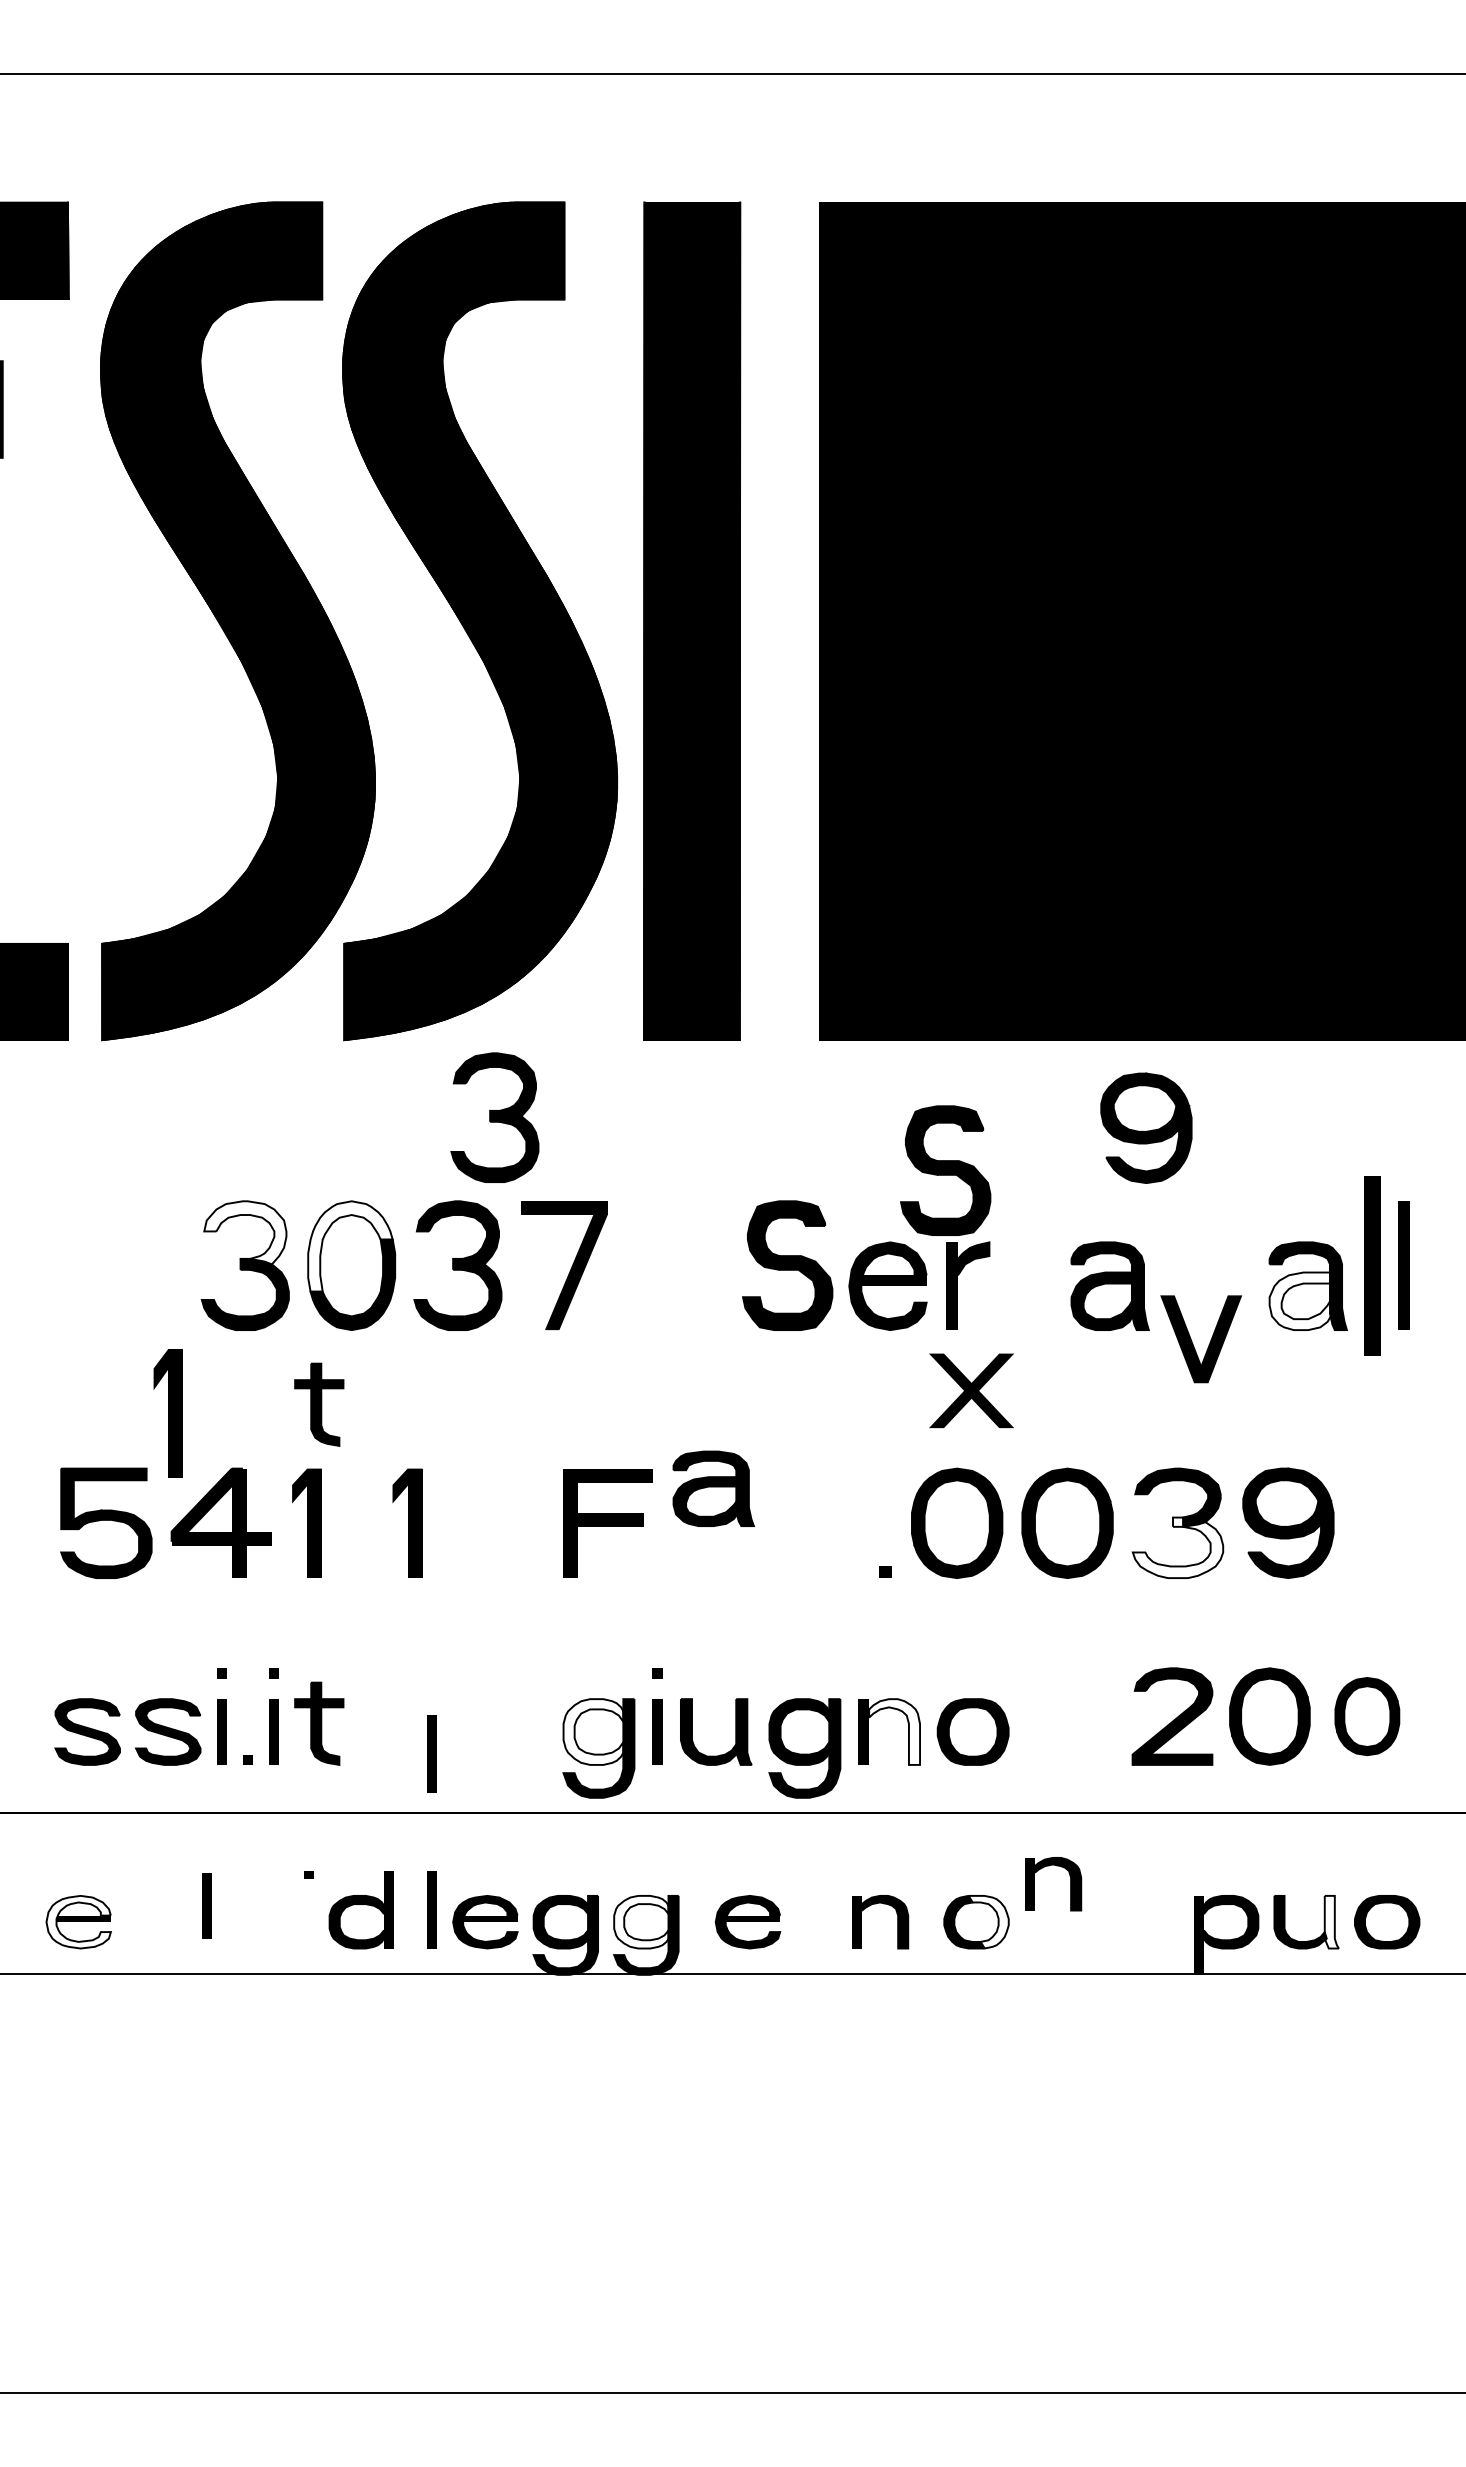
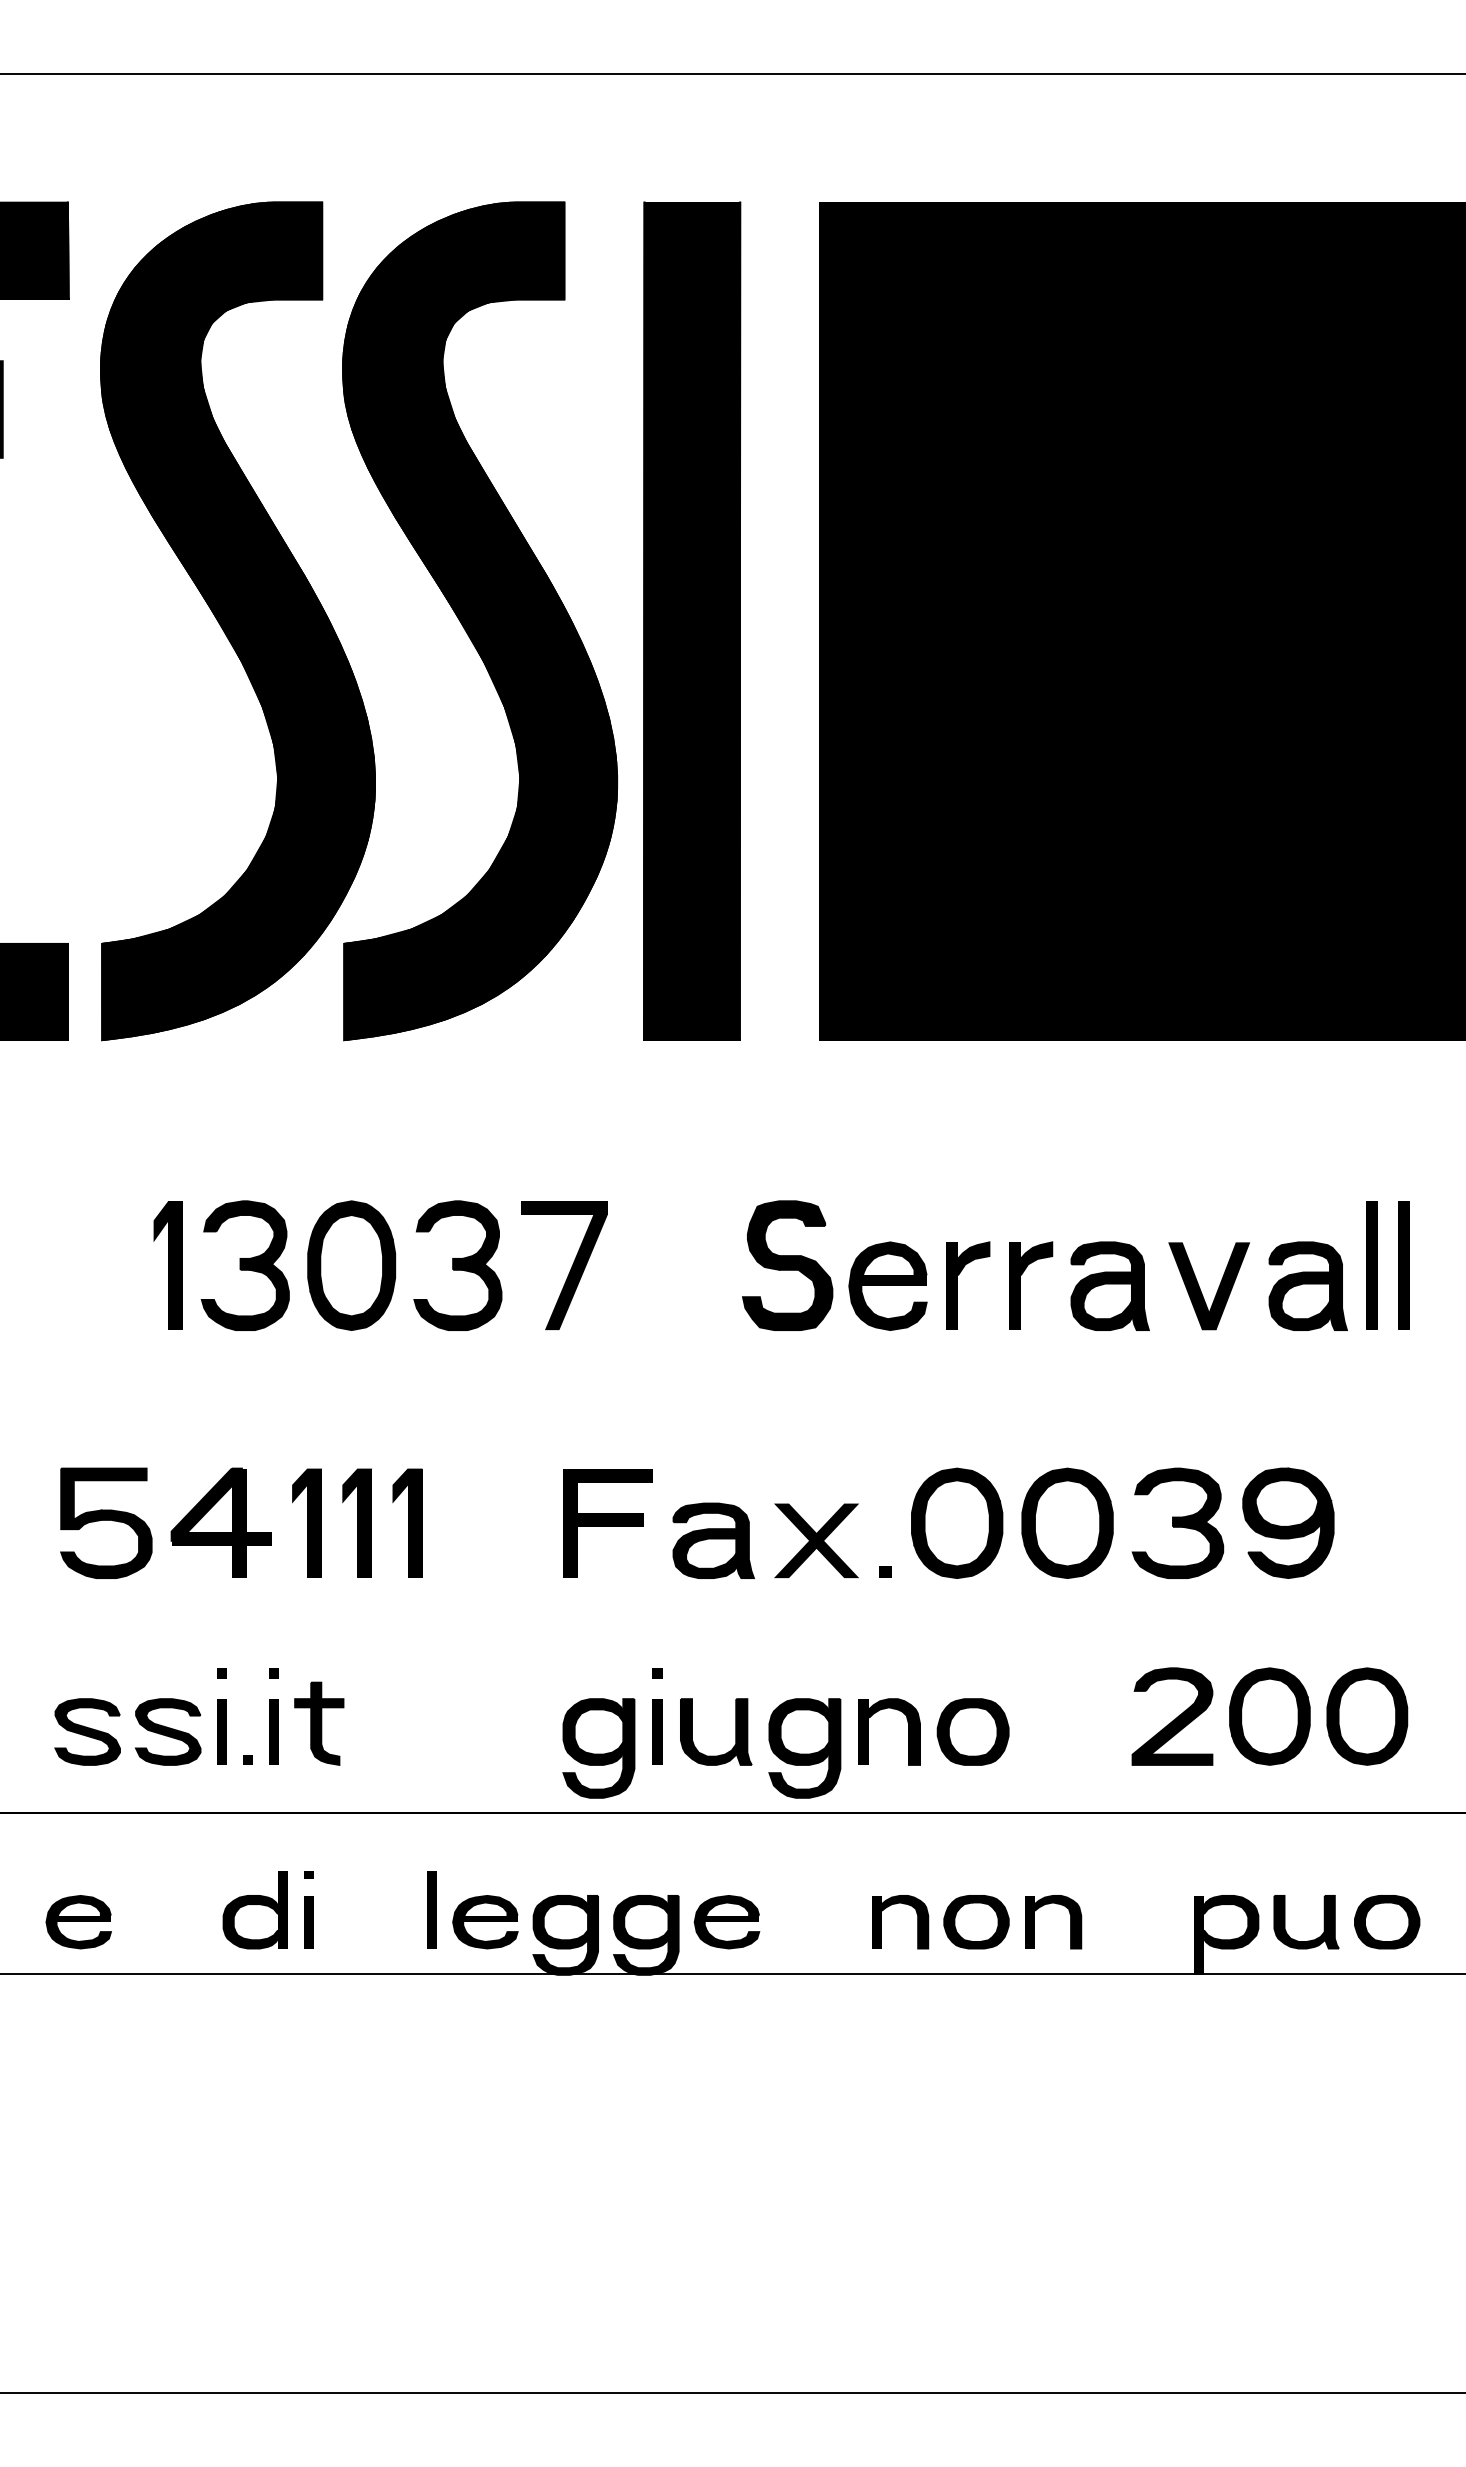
part at (494, 1117): present -> none
part at (1146, 1127): present -> none
part at (945, 1170): present -> none
fill at (245, 1235): none -> present
fill at (350, 1246): none -> present
part at (1372, 1265) size: 17x180 px -> 12x129 px
part at (1020, 1285): none -> present
fill at (1300, 1301): none -> present
part at (1193, 1343) position: (1193, 1343) -> (1201, 1290)
part at (971, 1390) position: (971, 1390) -> (816, 1540)
part at (319, 1404): present -> none
part at (167, 1413) position: (167, 1413) -> (167, 1265)
part at (713, 1488) position: (713, 1488) -> (713, 1540)
part at (356, 1522): none -> present
fill at (1177, 1547): none -> present
part at (1367, 1716) size: 67x80 px -> 83x99 px
fill at (593, 1731): none -> present
fill at (894, 1731): none -> present
part at (431, 1753): present -> none
part at (1070, 1884) position: (1070, 1884) -> (1070, 1922)
part at (206, 1905): present -> none
part at (360, 1910) position: (360, 1910) -> (254, 1910)
fill at (78, 1921): none -> present
fill at (641, 1921): none -> present
fill at (988, 1921): none -> present
fill at (1331, 1921): none -> present
part at (308, 1922): none -> present
part at (747, 1922) position: (747, 1922) -> (726, 1922)
part at (897, 1922) position: (897, 1922) -> (917, 1922)
